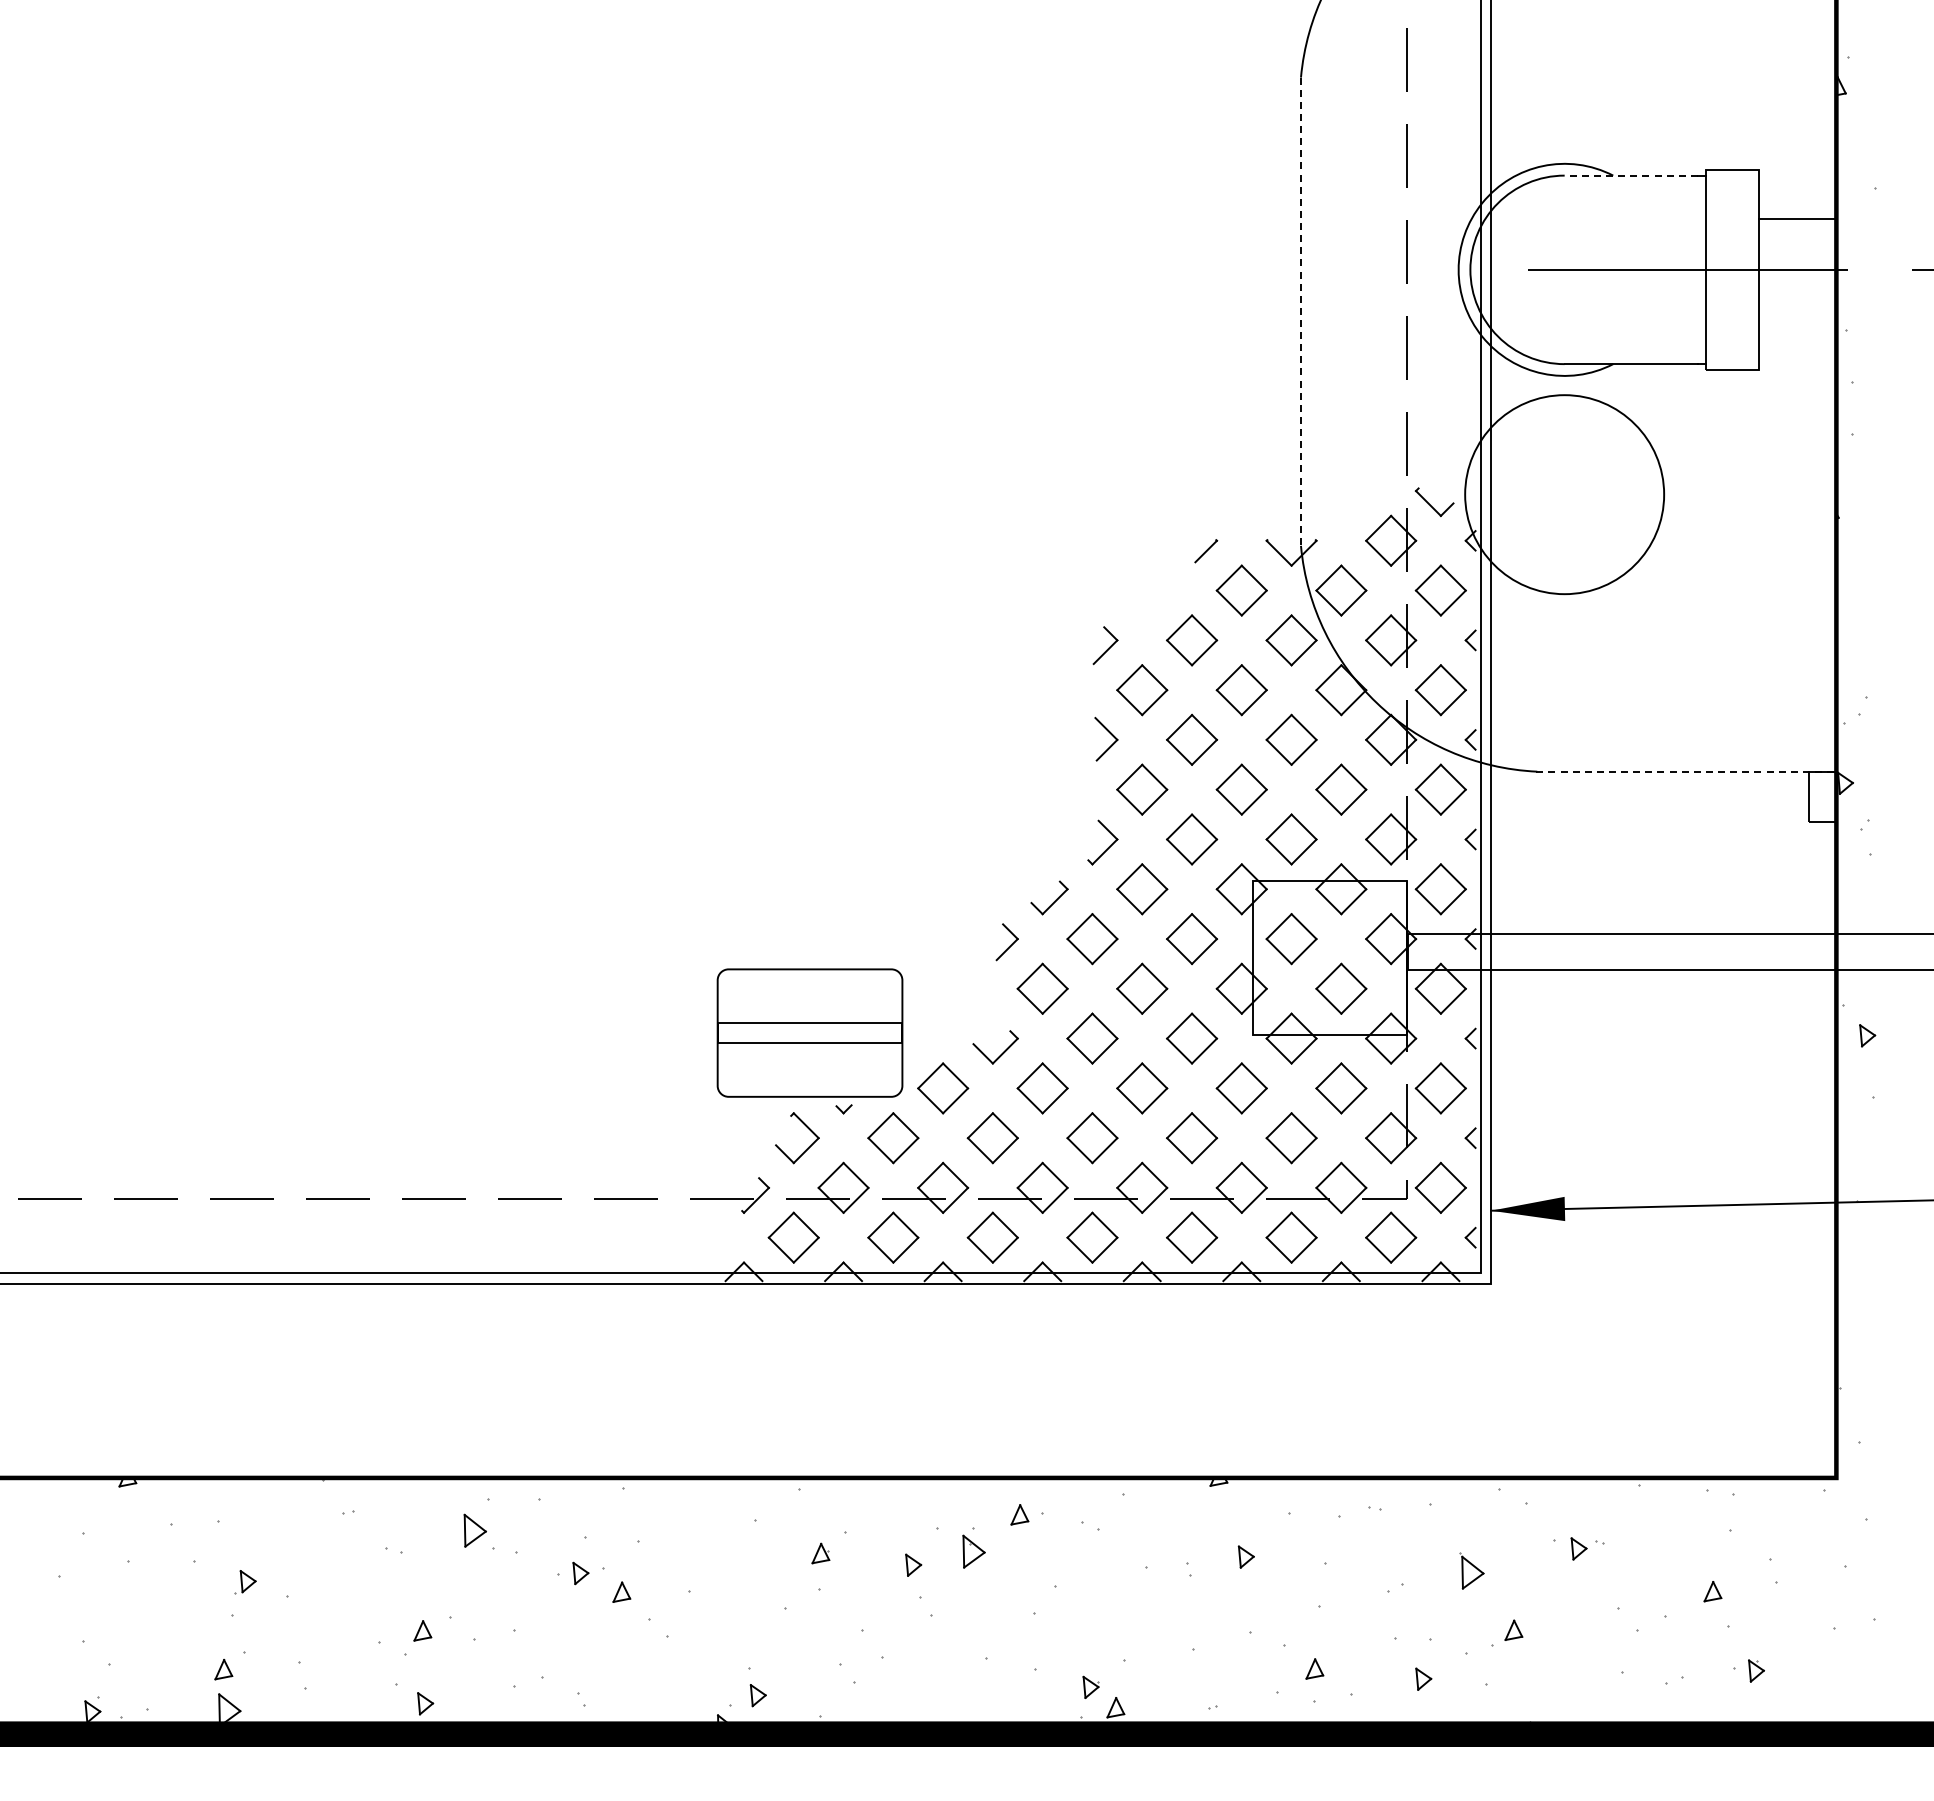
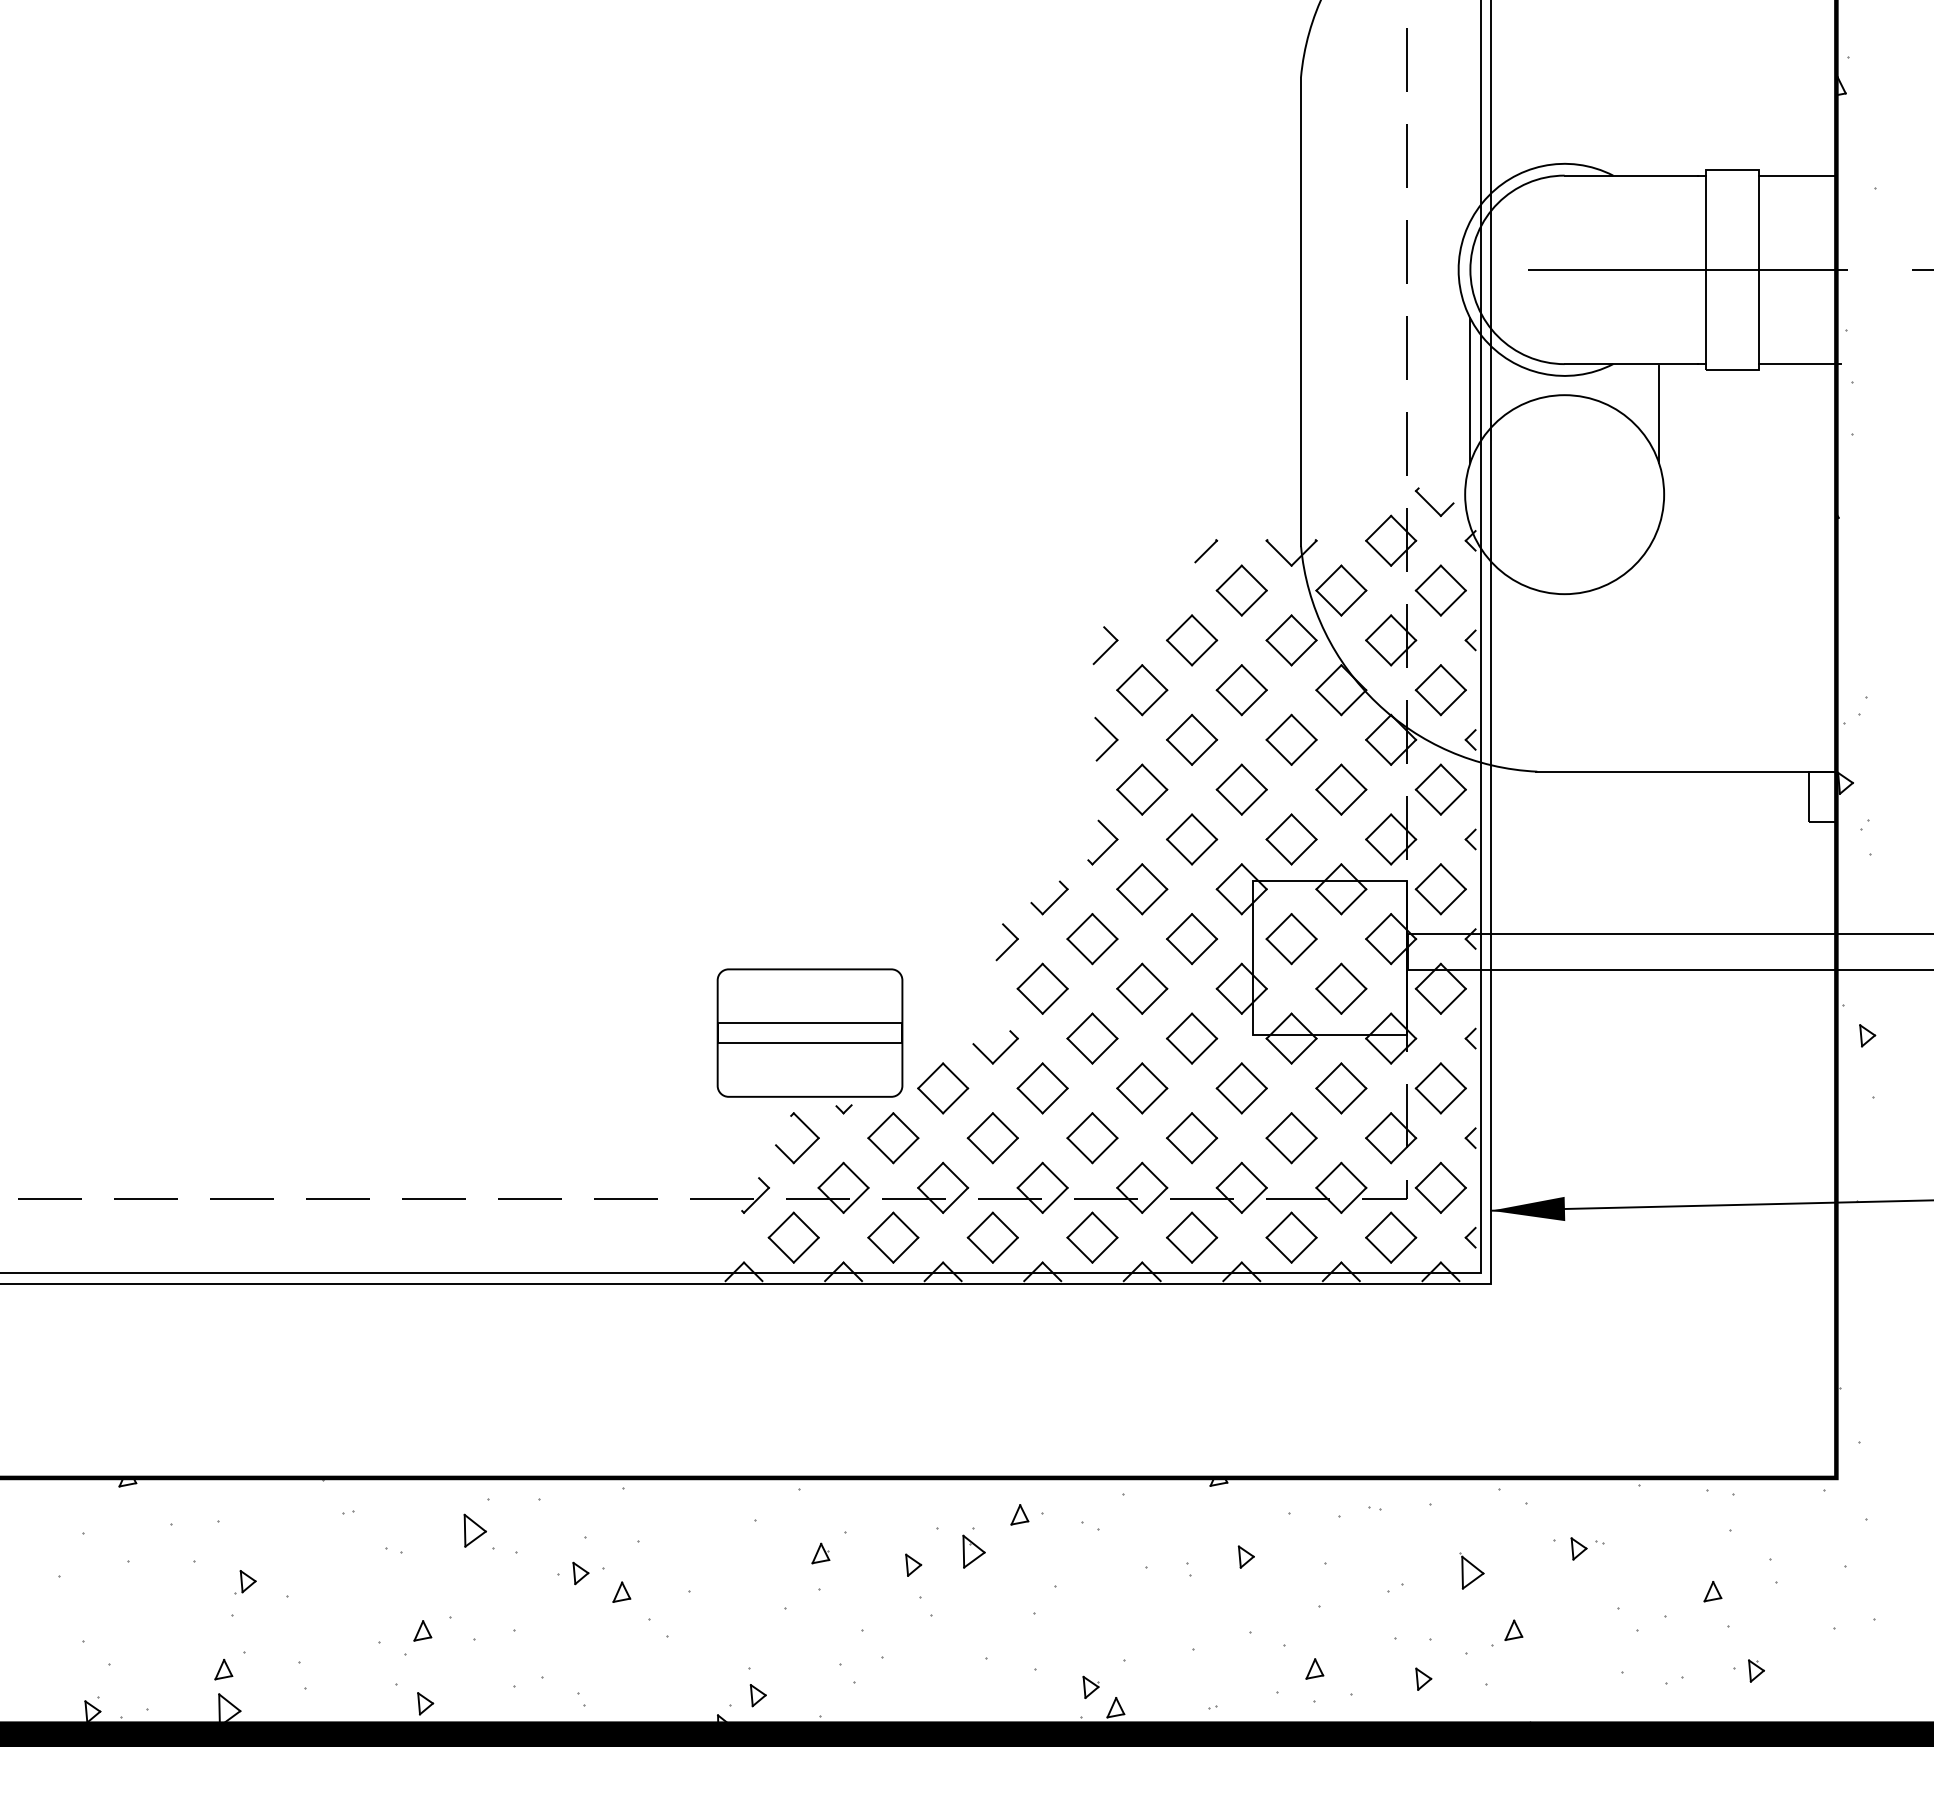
line at (1631, 175): dashed -> solid
line at (1797, 218) position: (1797, 218) -> (1797, 175)
line at (1300, 312): dashed -> solid
line at (1800, 364): none -> present
line at (1470, 390): none -> present
line at (1658, 414): none -> present
line at (1686, 771): dashed -> solid
